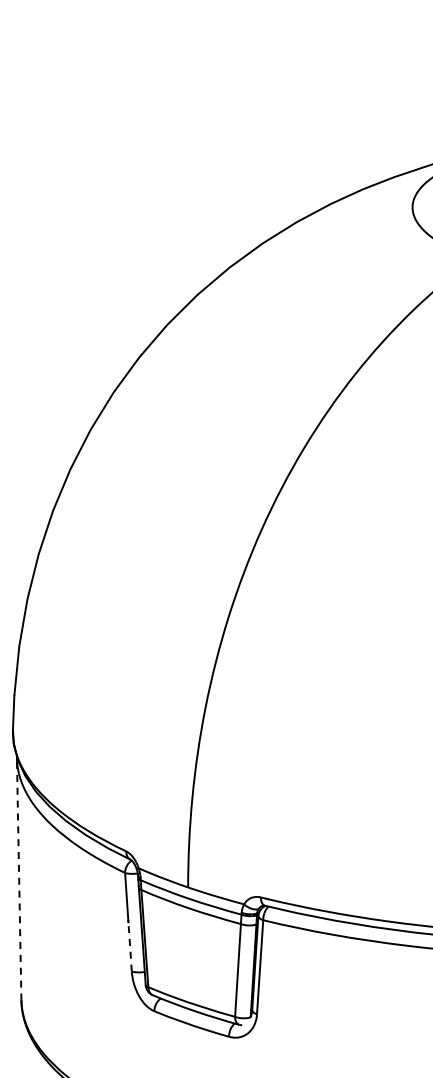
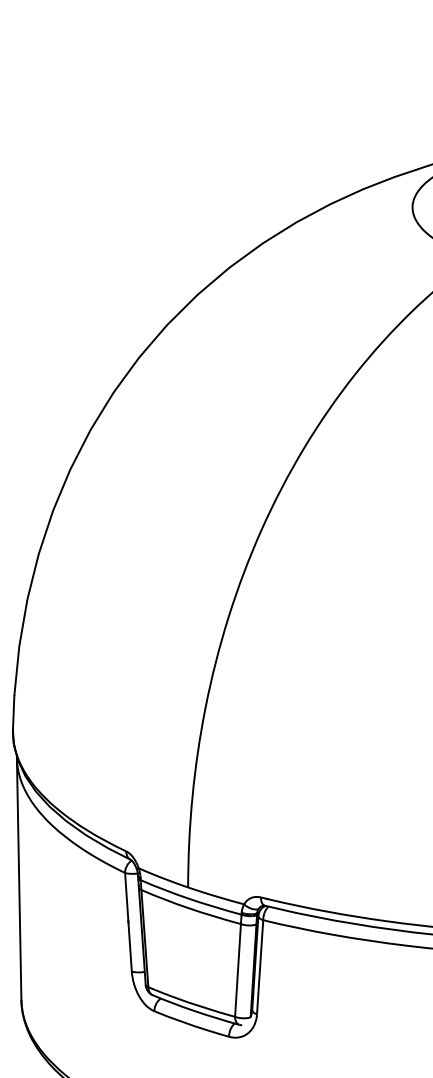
line at (19, 878): dashed -> solid
line at (130, 946): dashed -> solid
